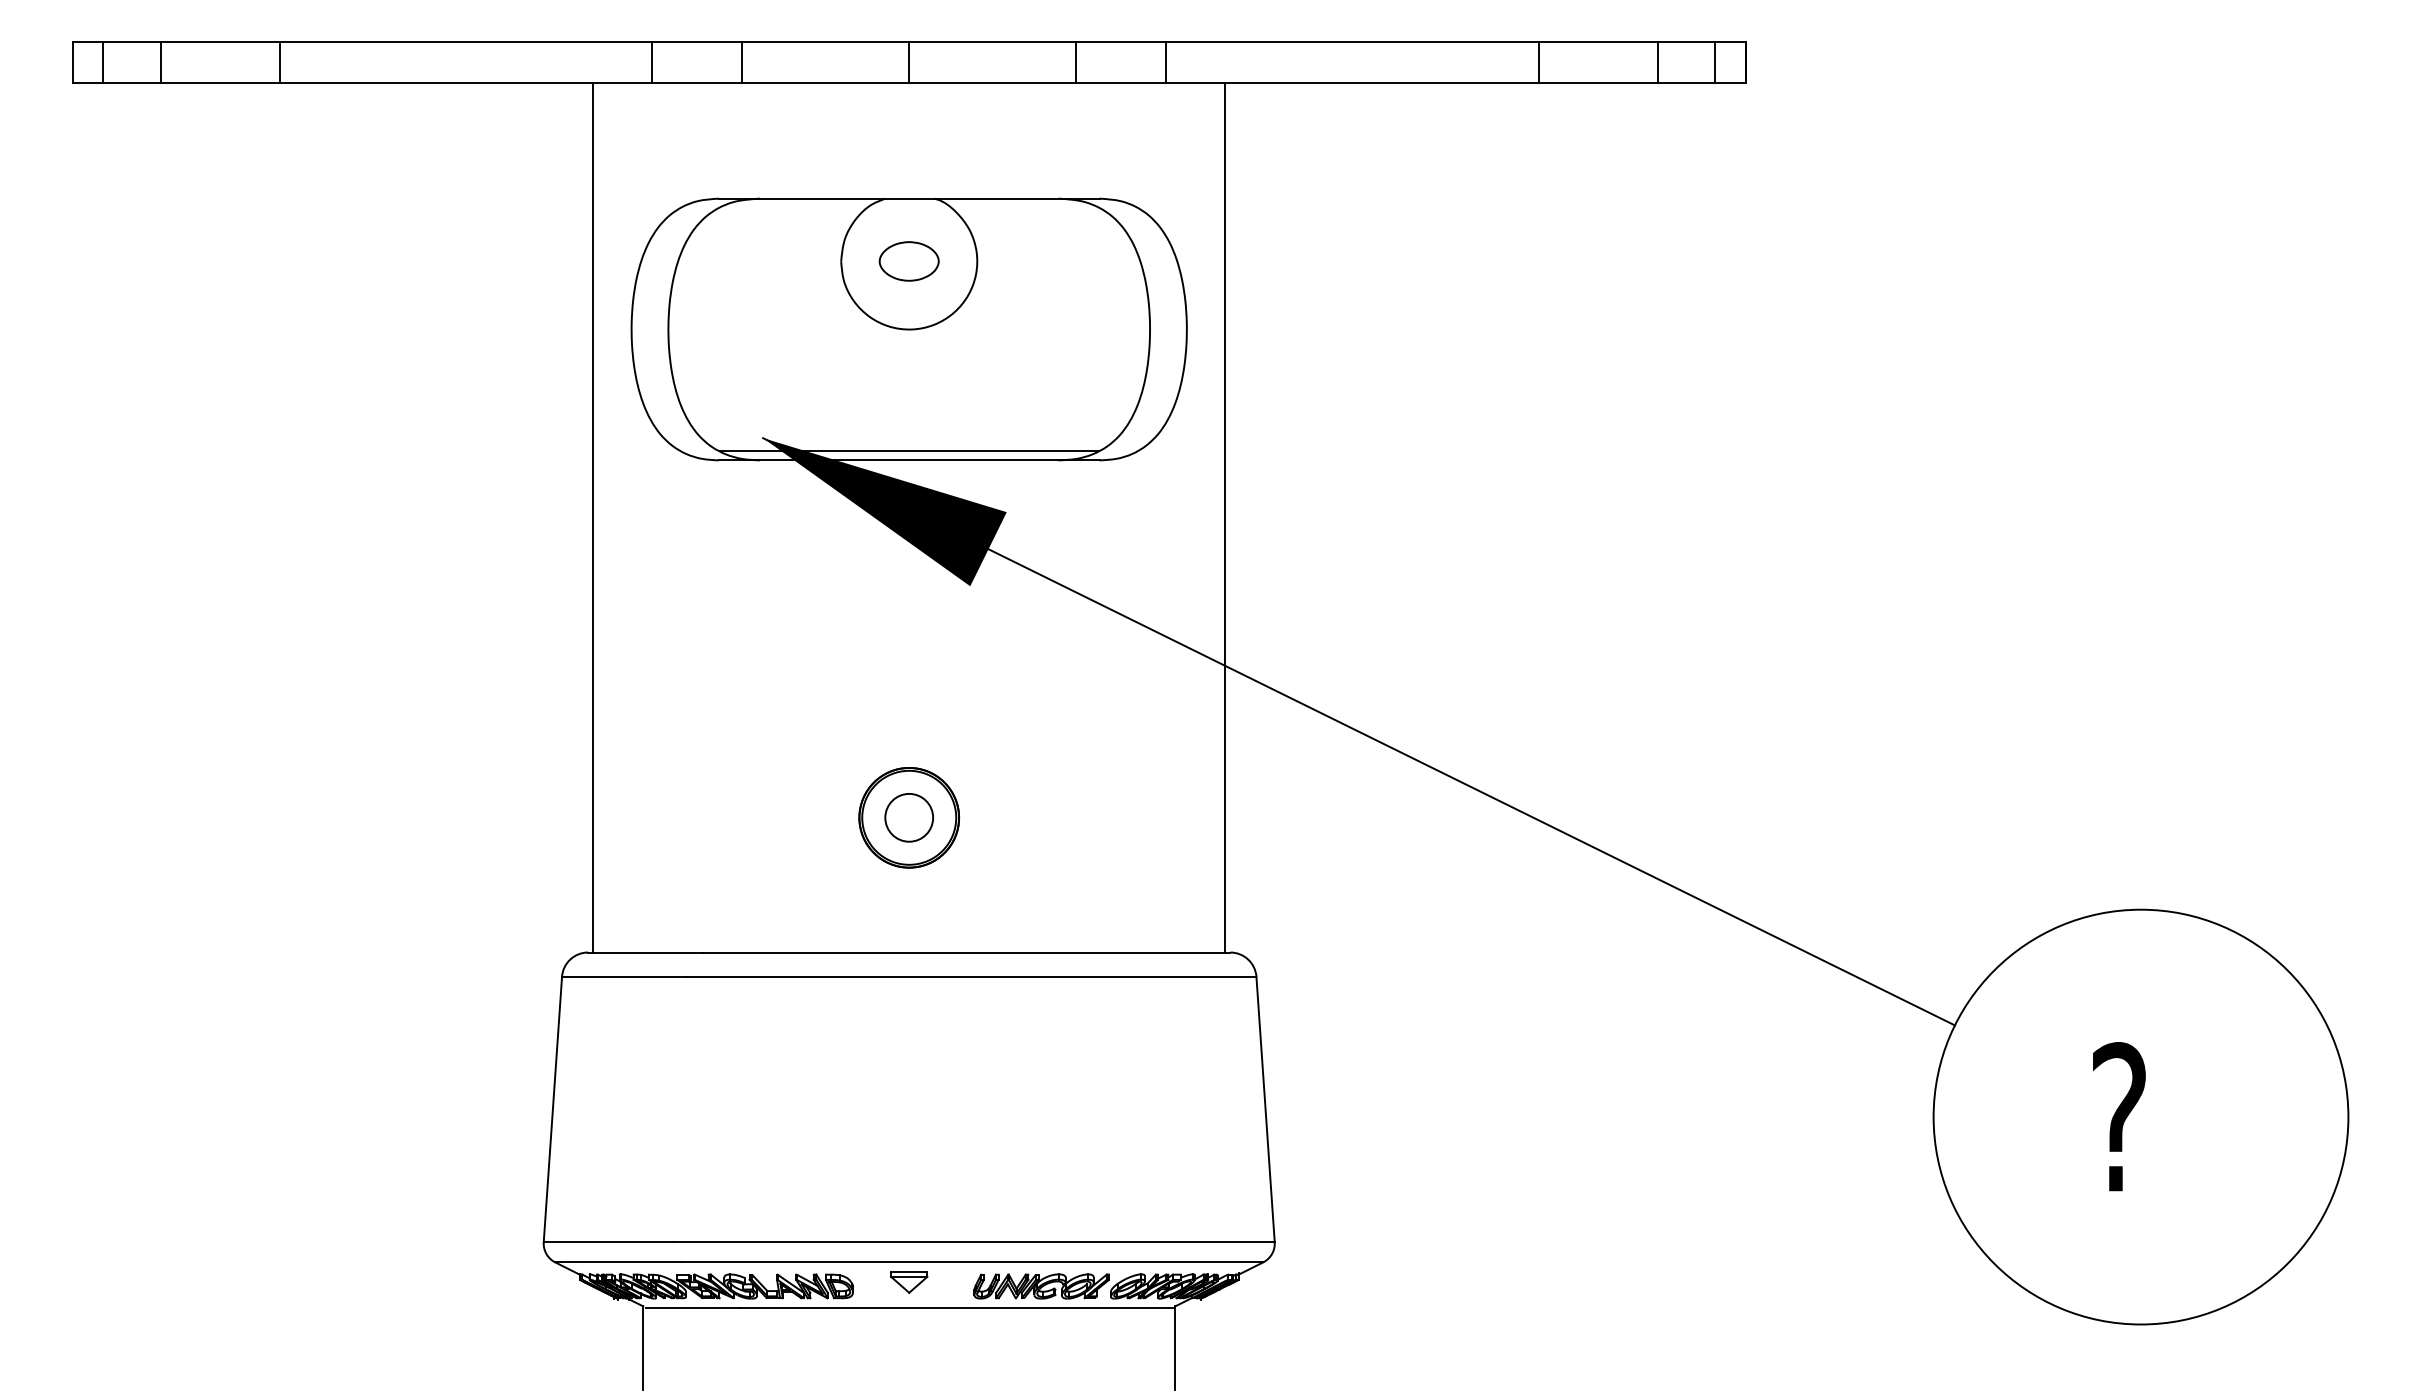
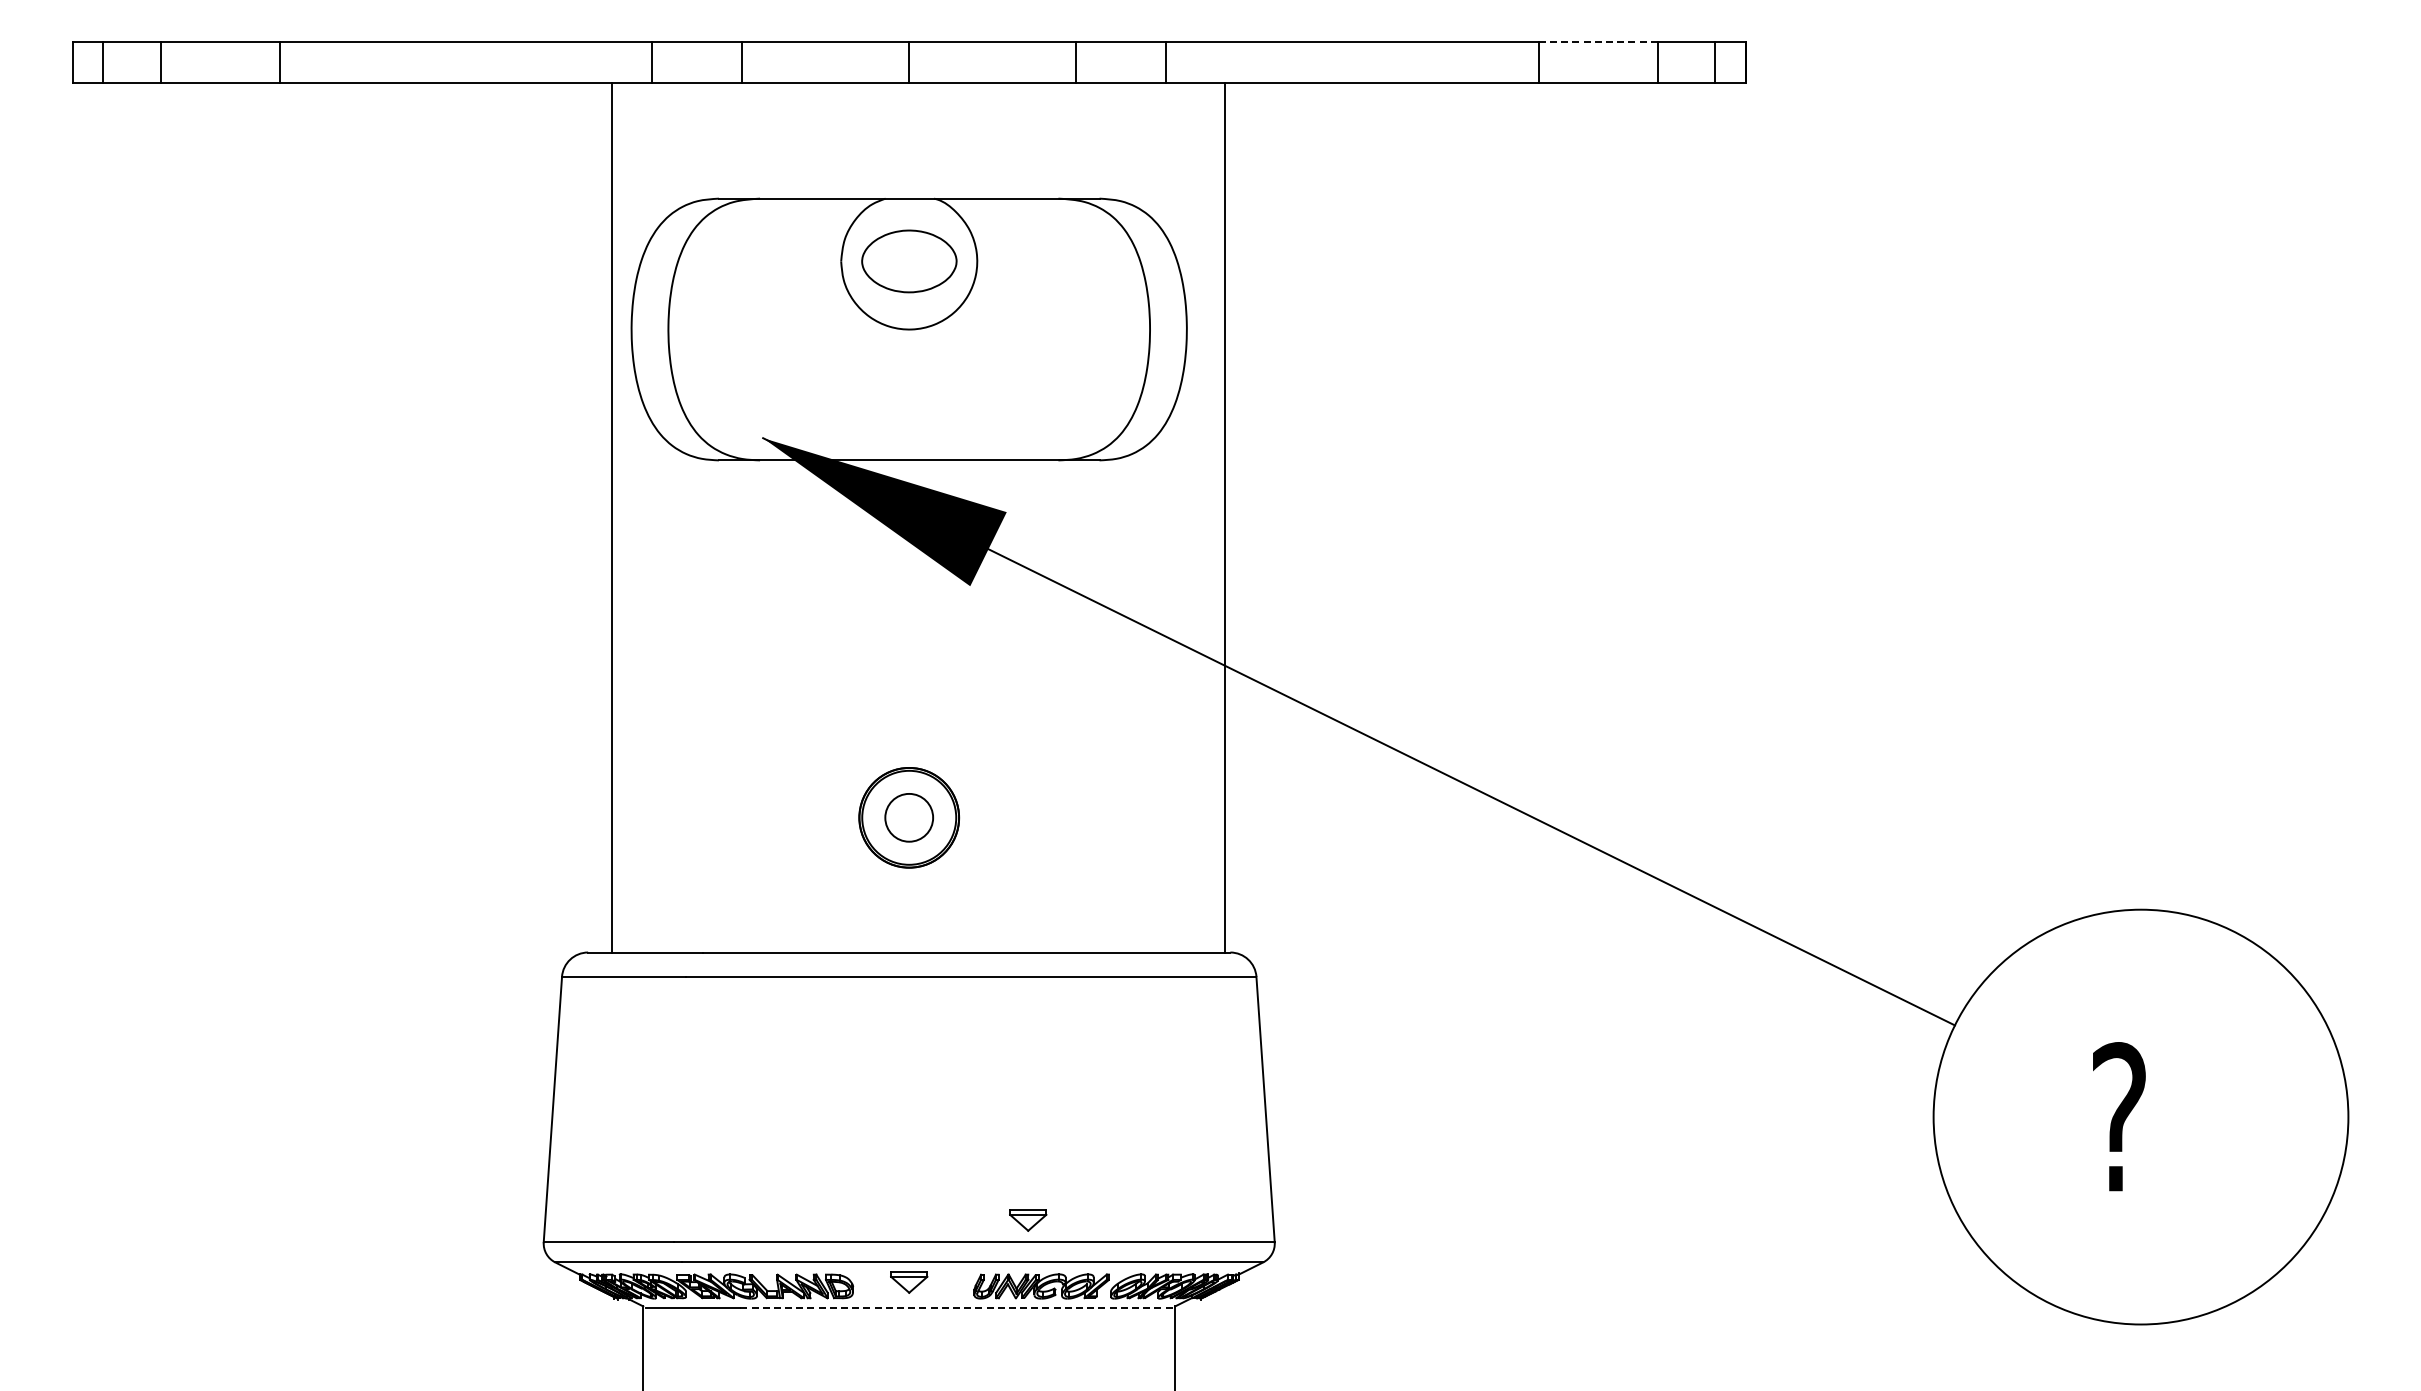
line at (1598, 41): solid -> dashed
part at (908, 261) size: 62x41 px -> 97x65 px
line at (909, 451): present -> none
line at (593, 517) position: (593, 517) -> (612, 517)
part at (1028, 1220): none -> present
line at (955, 1307): solid -> dashed
